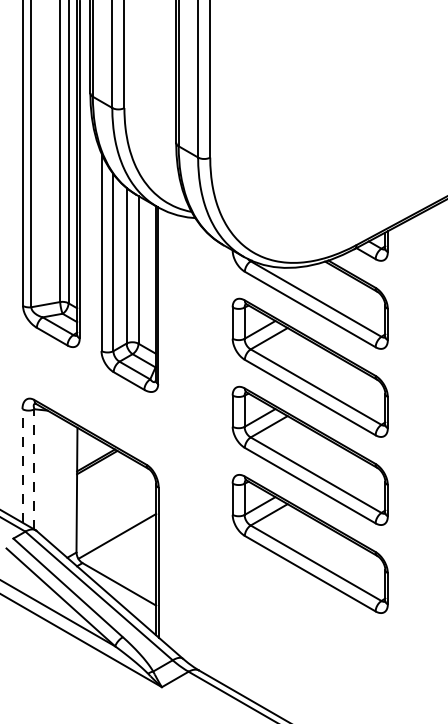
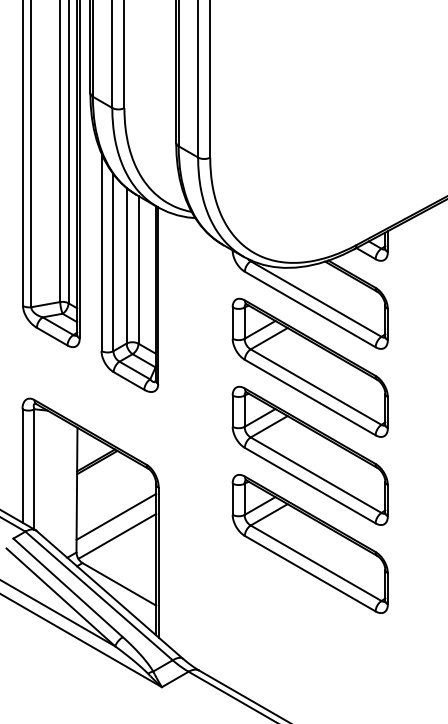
line at (22, 465): dashed -> solid
line at (34, 468): dashed -> solid
line at (116, 516): none -> present
